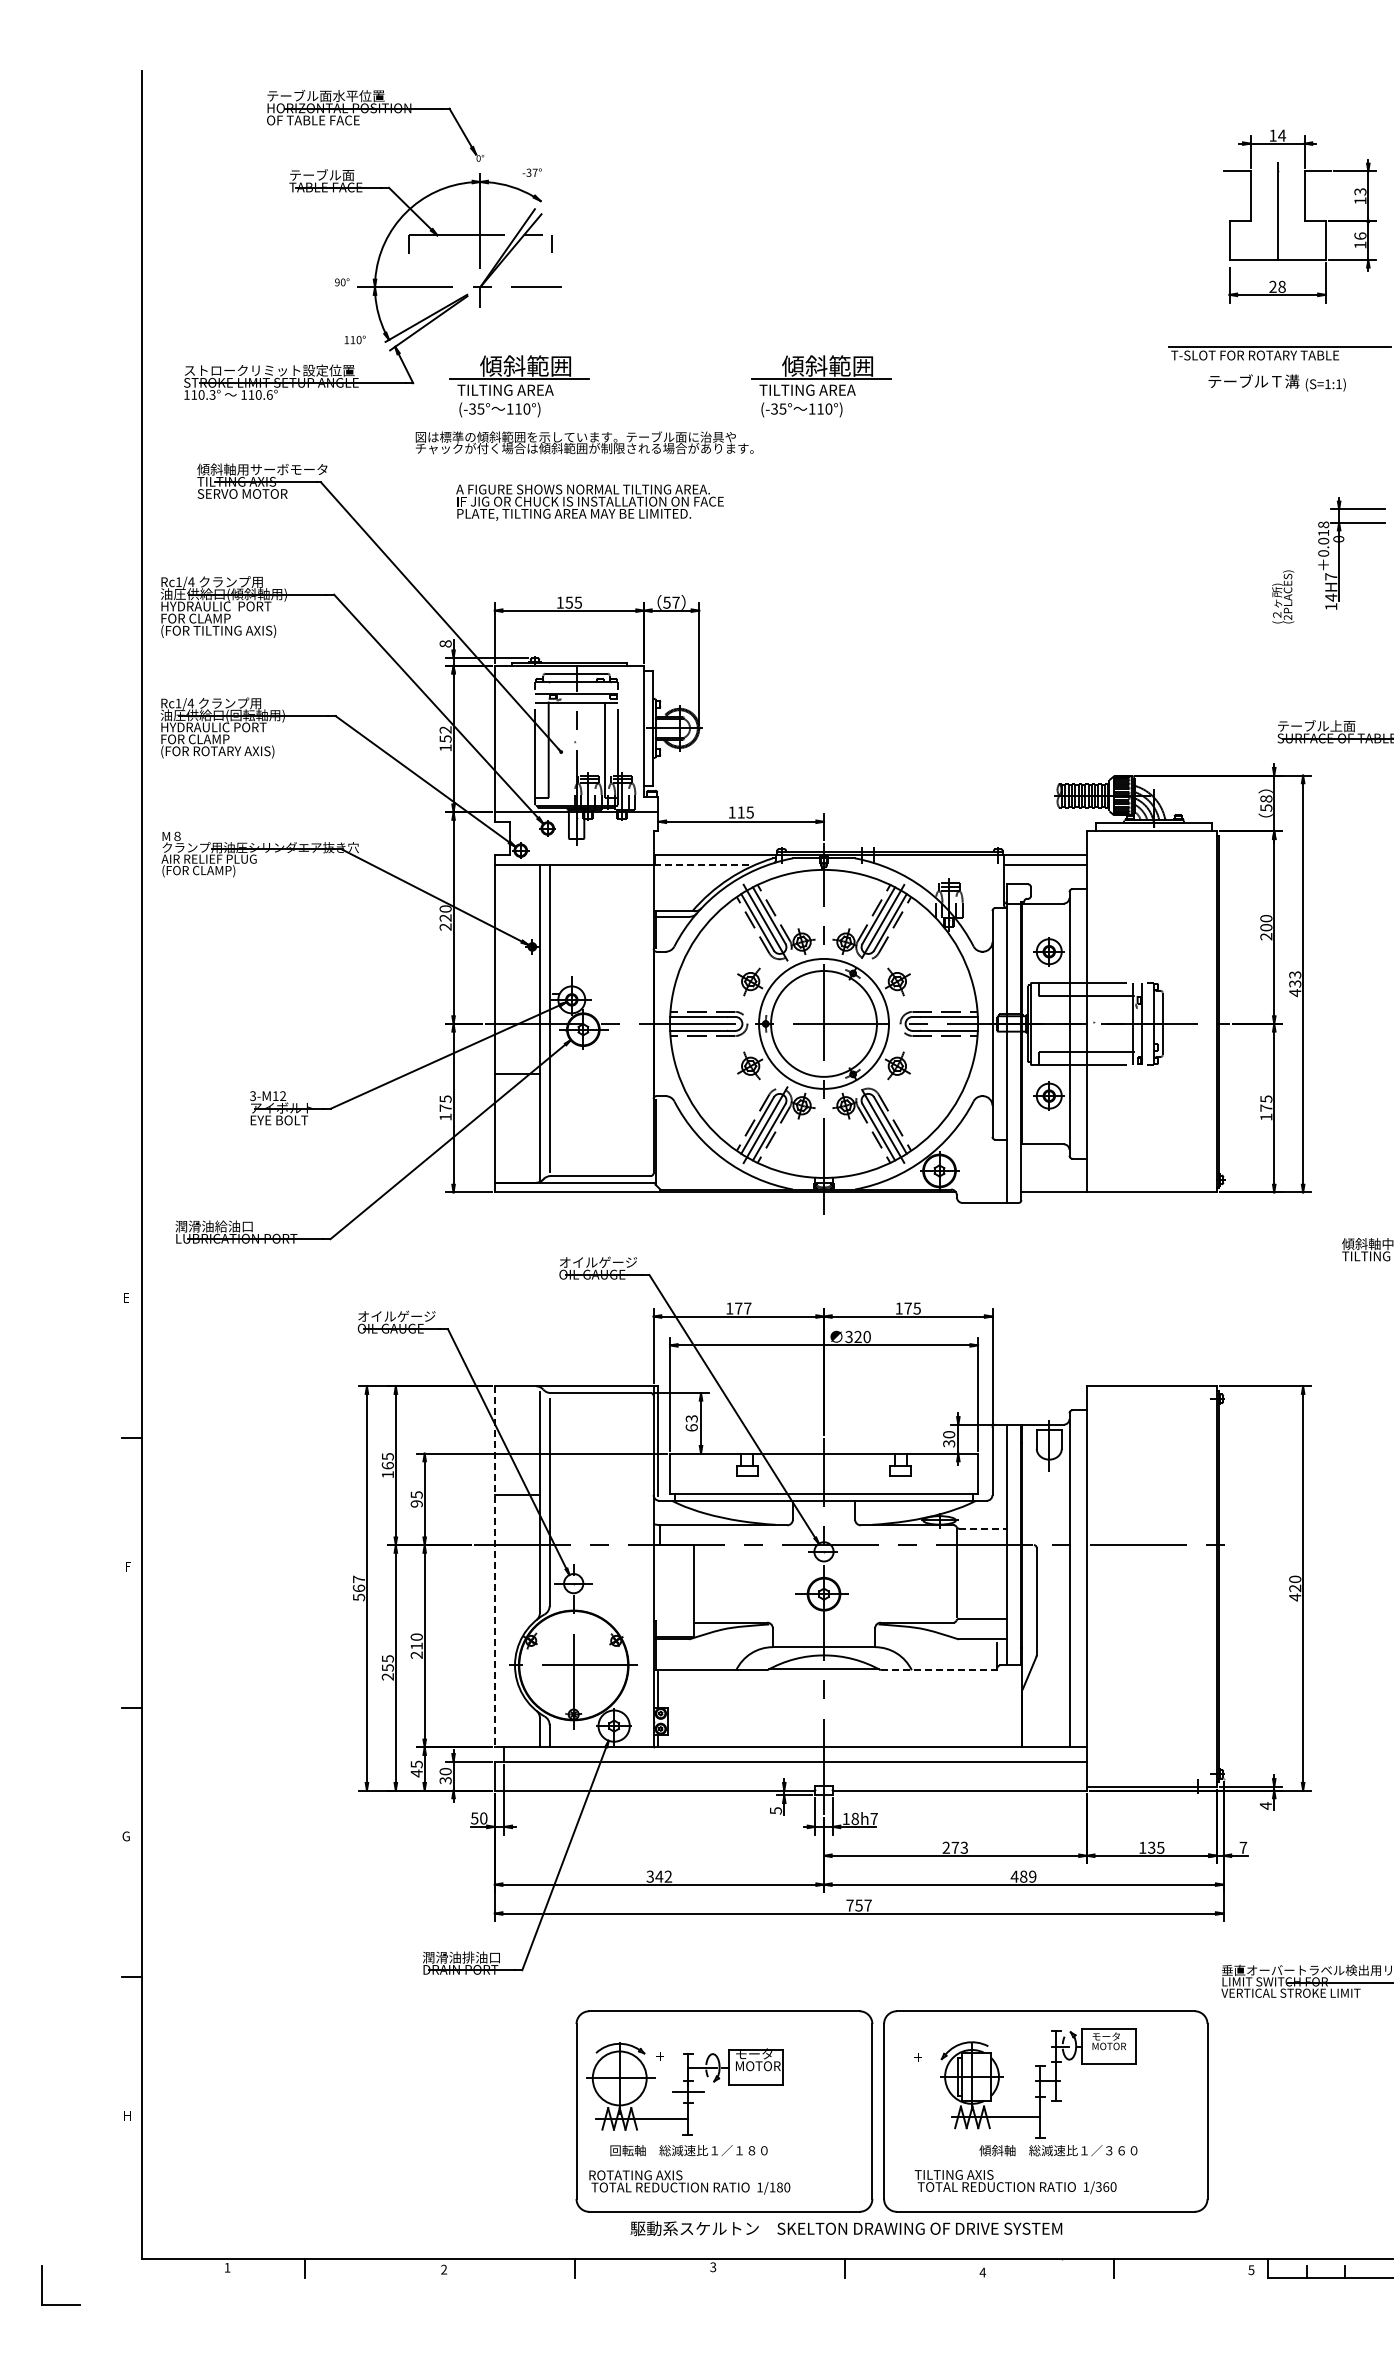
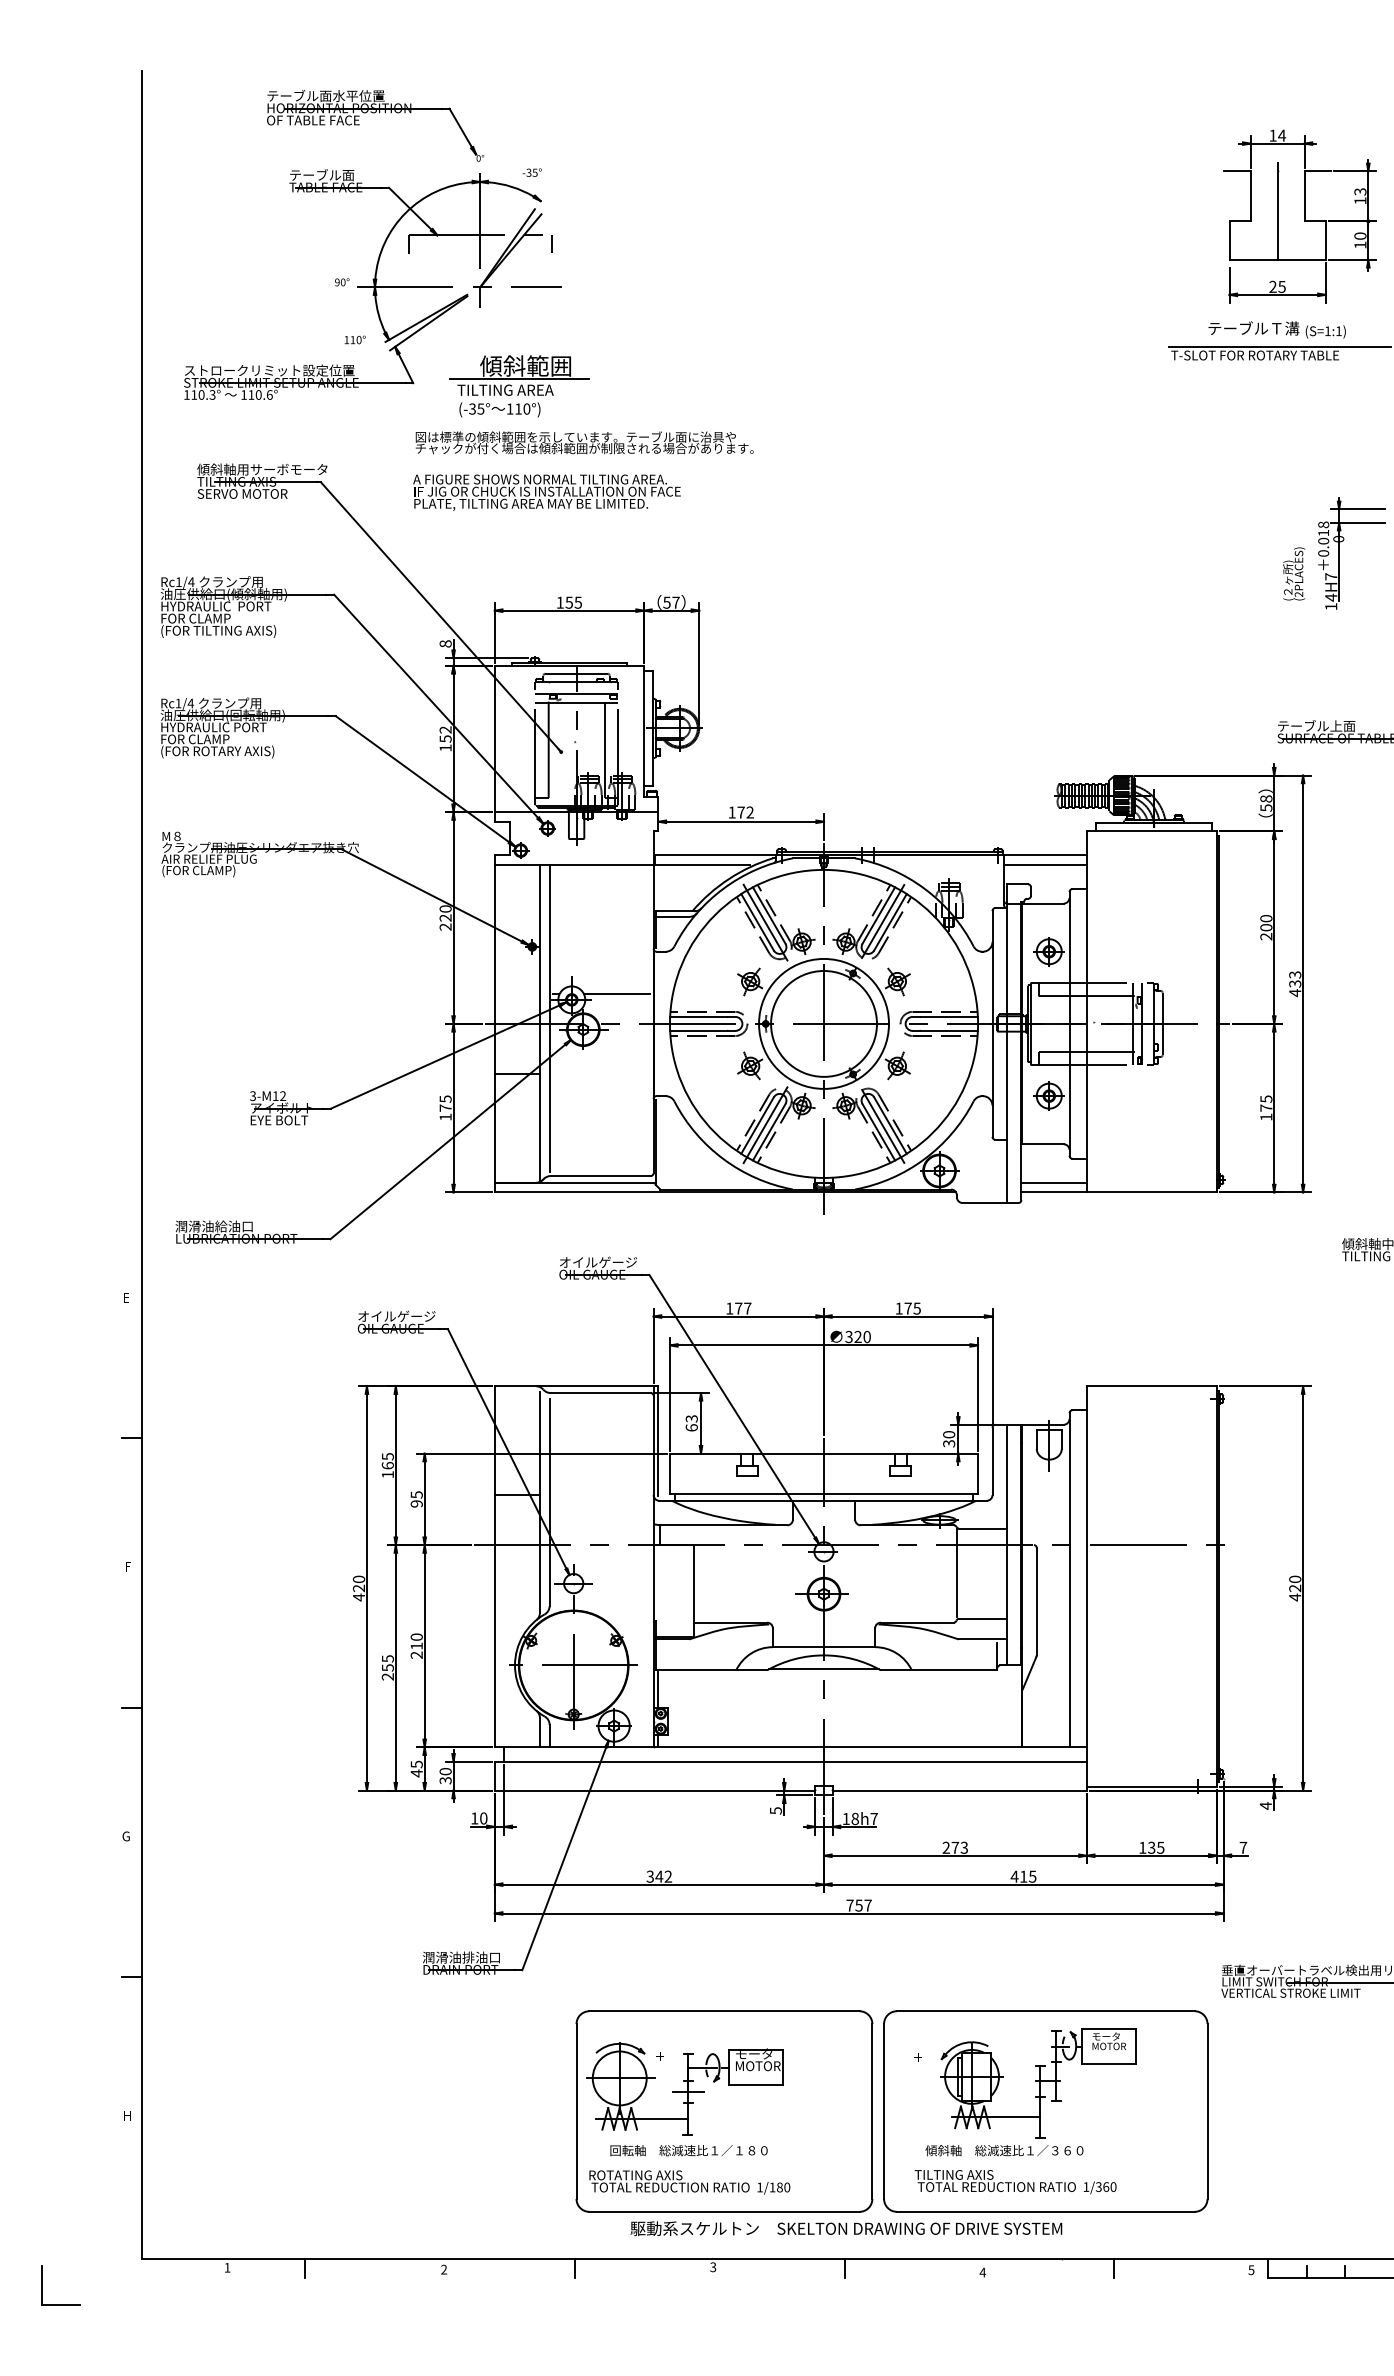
text at (534, 172): -37° -> -35°
text at (1360, 235): 16 -> 10
text at (1281, 286): 28 -> 25
text at (1276, 382) position: (1276, 382) -> (1276, 329)
part at (821, 386): present -> none
text at (589, 502) position: (589, 502) -> (546, 492)
text at (1283, 596) position: (1283, 596) -> (1294, 573)
text at (745, 812): 115 -> 172
line at (702, 865): dashed -> solid
line at (617, 994): none -> present
line at (1053, 1182): none -> present
line at (983, 1528): dashed -> solid
line at (494, 1566): dashed -> solid
text at (358, 1588): 567 -> 420
line at (939, 1670): dashed -> solid
text at (474, 1818): 50 -> 10
text at (1028, 1876): 489 -> 415
text at (1058, 2150) position: (1058, 2150) -> (1004, 2150)
